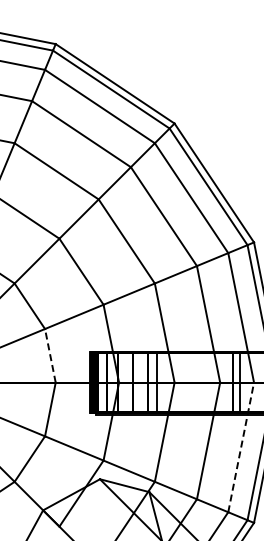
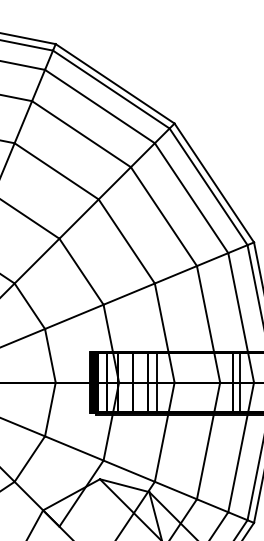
line at (50, 355): dashed -> solid
line at (241, 446): dashed -> solid
